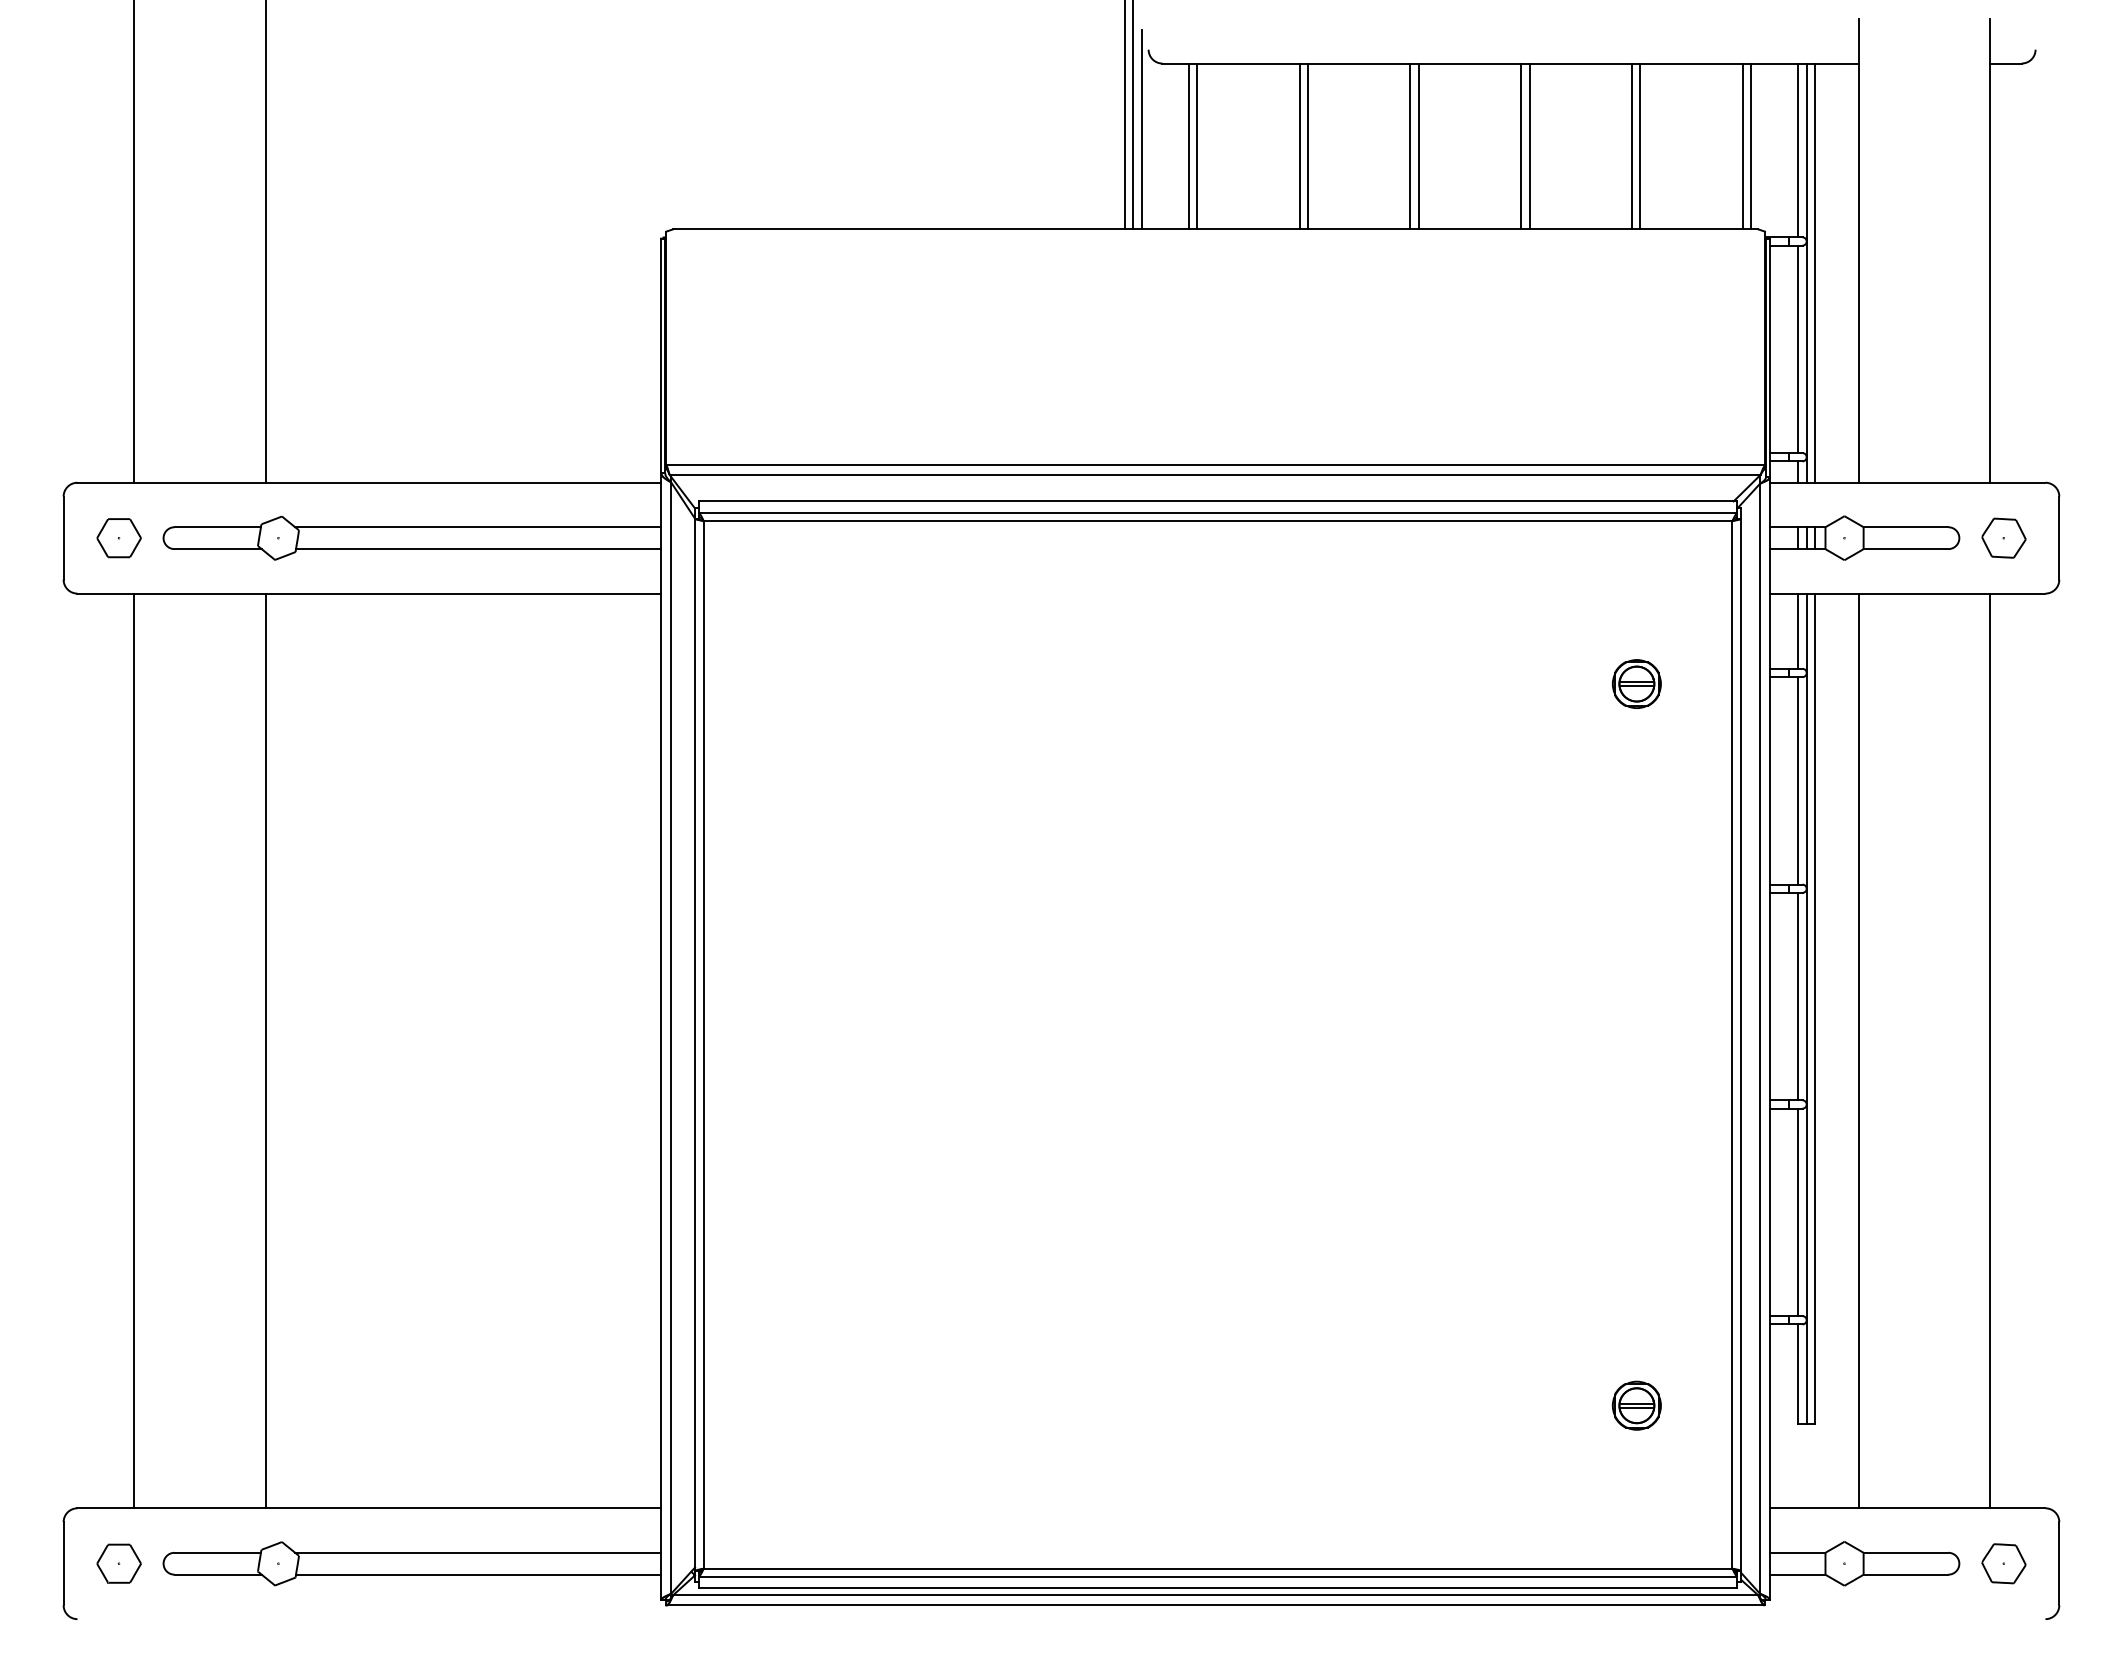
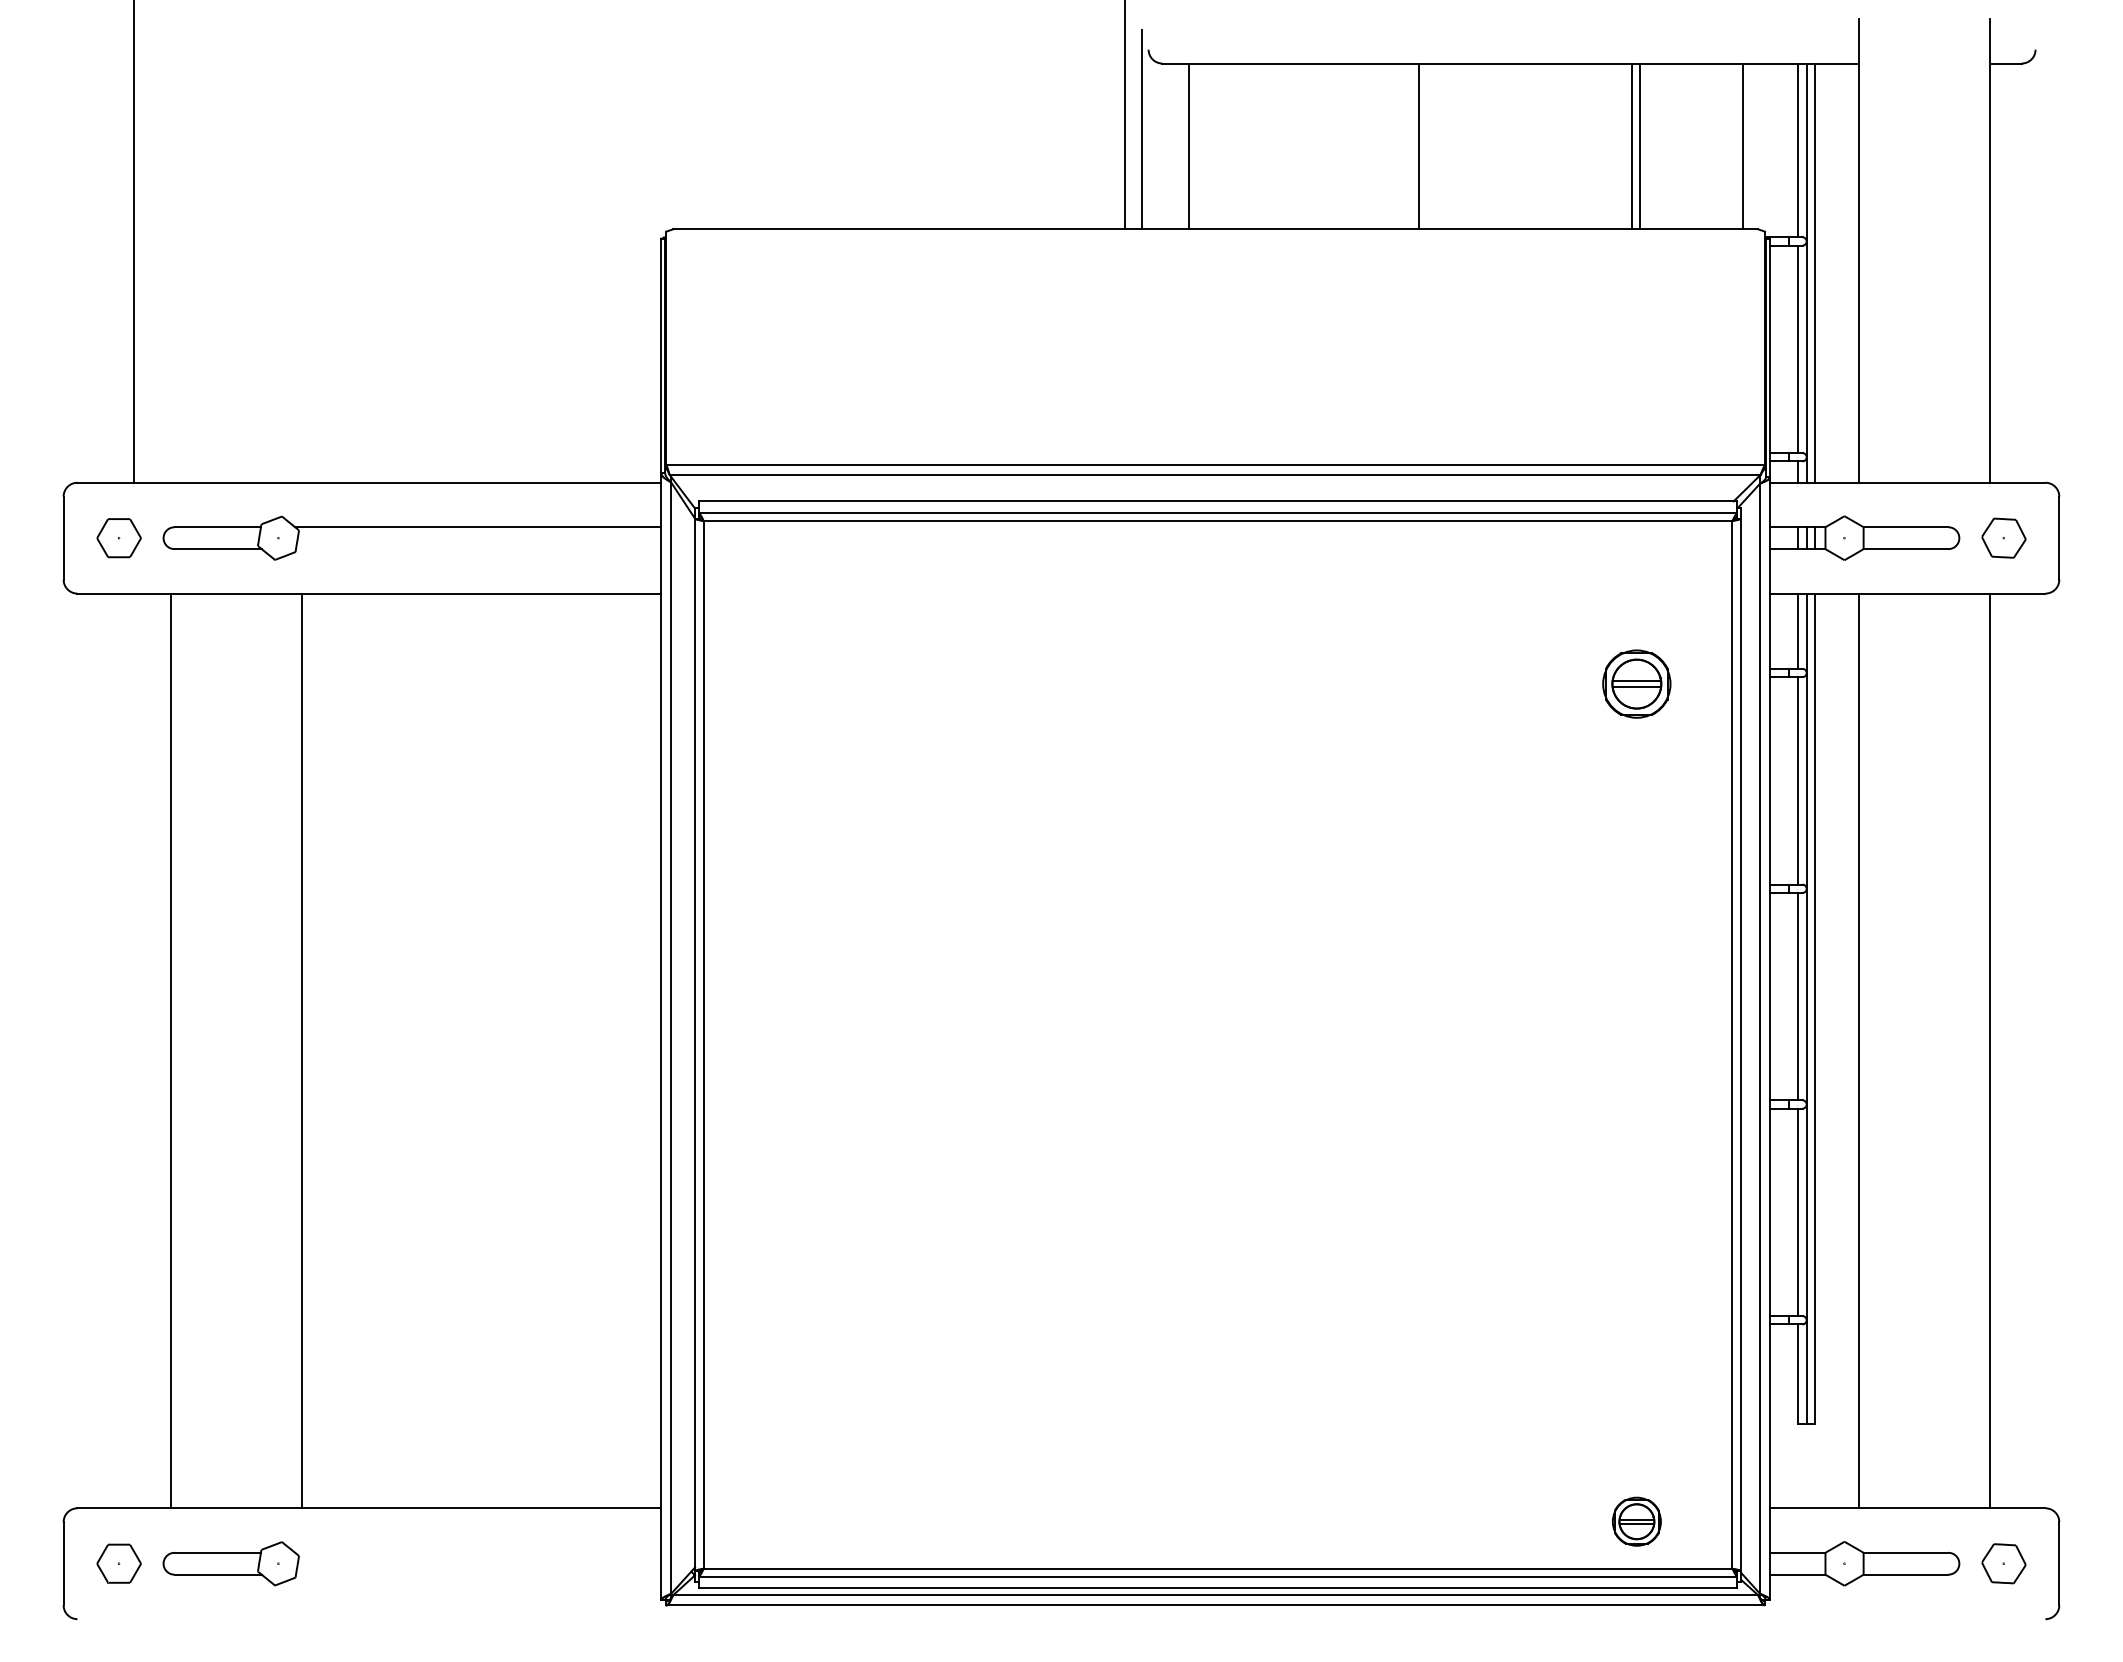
line at (1133, 115): present -> none
line at (1196, 146): present -> none
line at (1299, 146): present -> none
line at (1307, 146): present -> none
line at (1410, 146): present -> none
line at (1521, 146): present -> none
line at (1529, 146): present -> none
line at (1751, 146): present -> none
line at (265, 242): present -> none
line at (478, 549): present -> none
part at (1636, 683) size: 50x50 px -> 70x70 px
line at (133, 1050) position: (133, 1050) -> (170, 1050)
line at (265, 1050) position: (265, 1050) -> (301, 1050)
part at (1636, 1405) position: (1636, 1405) -> (1636, 1521)
line at (478, 1552): present -> none
line at (478, 1574): present -> none
